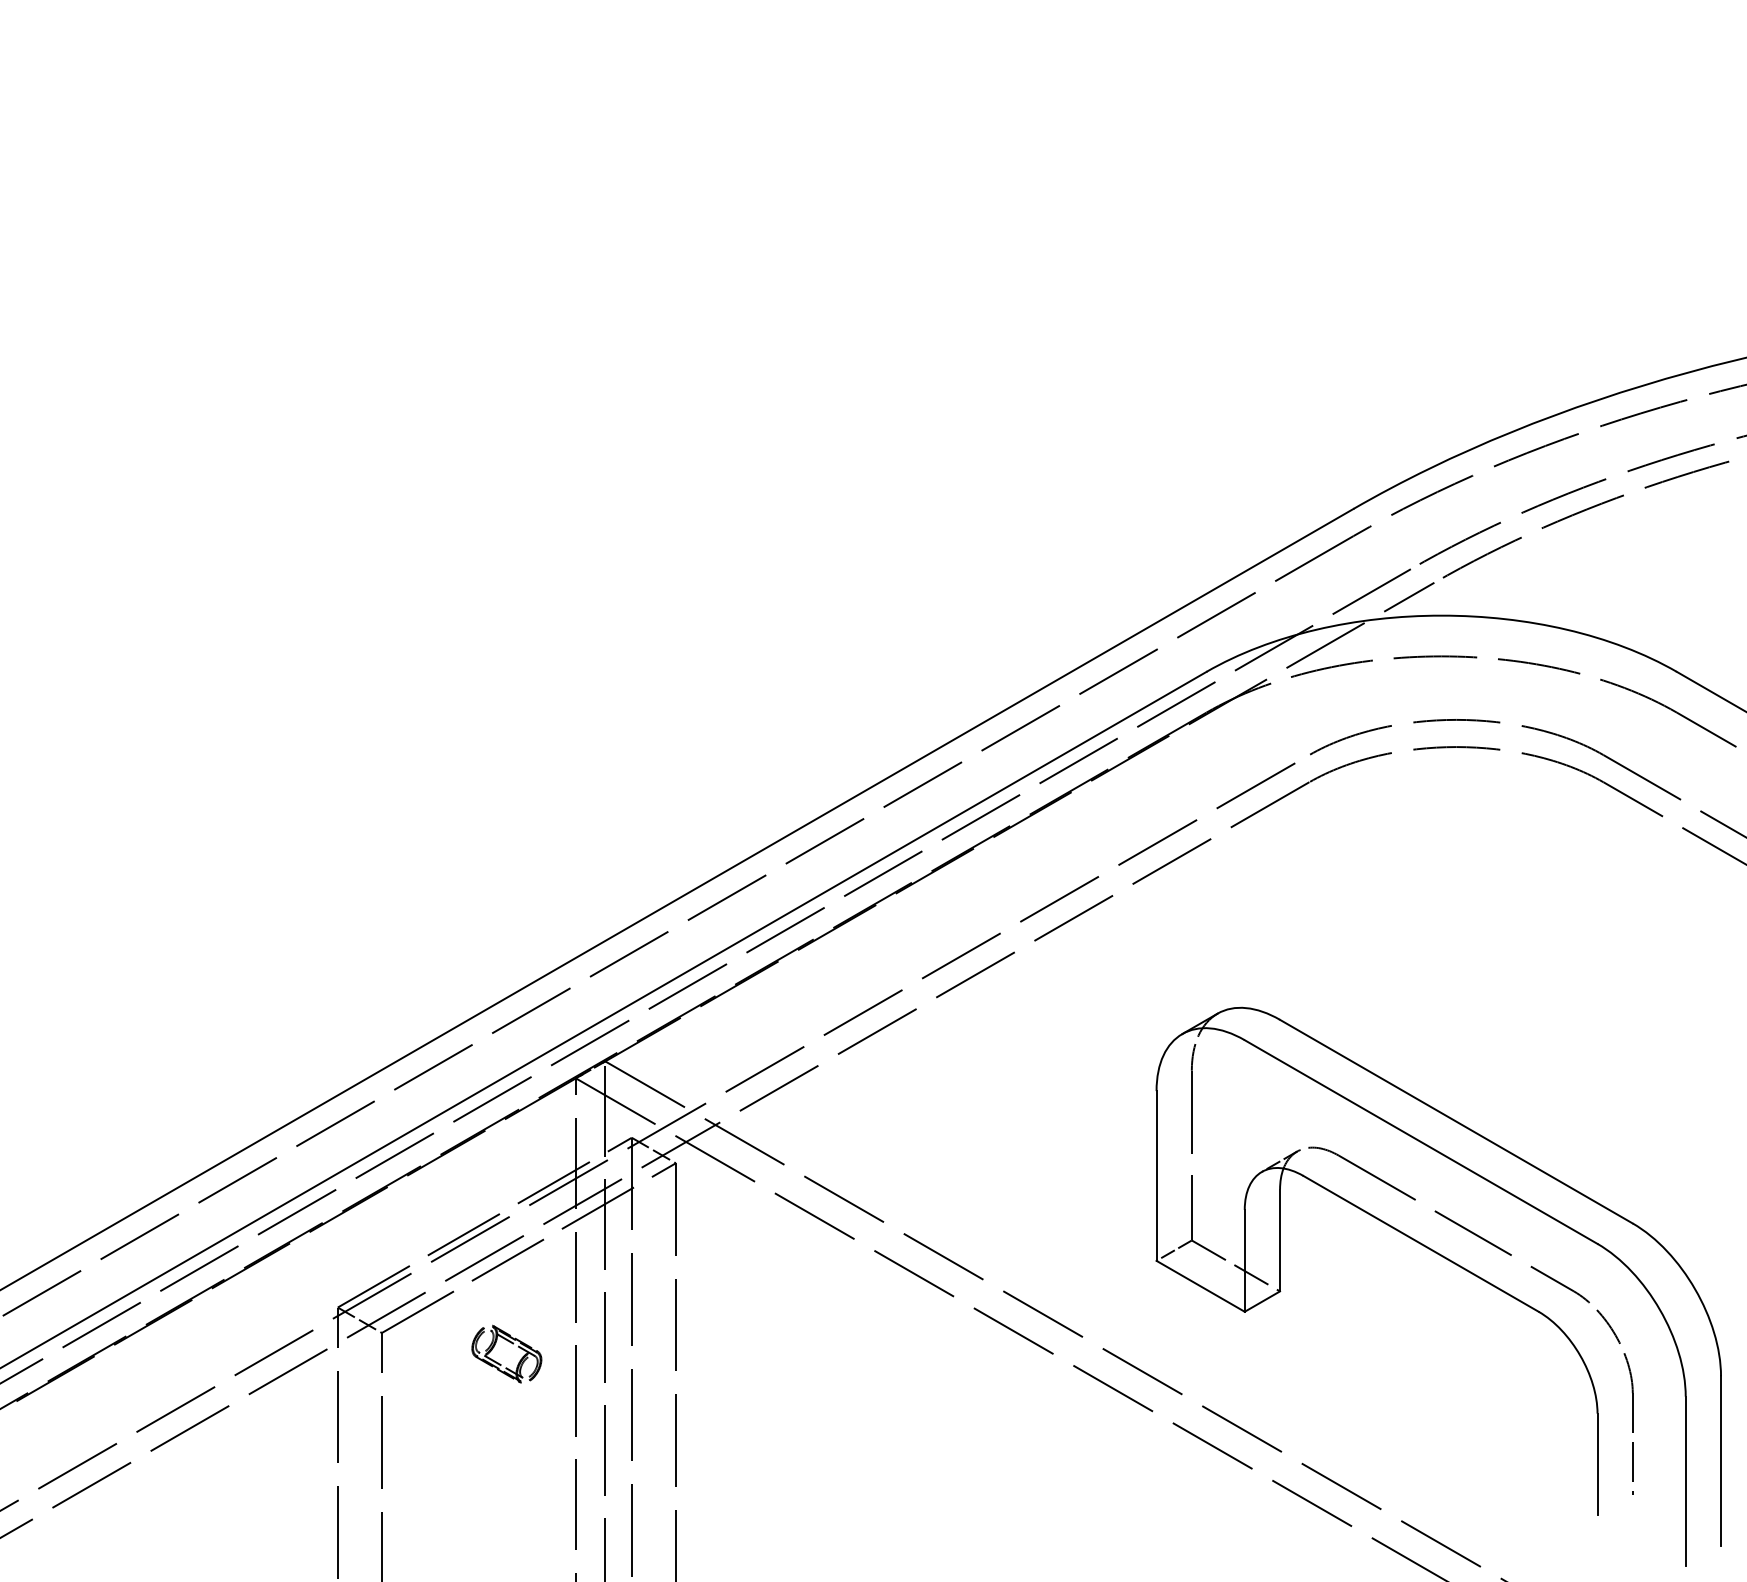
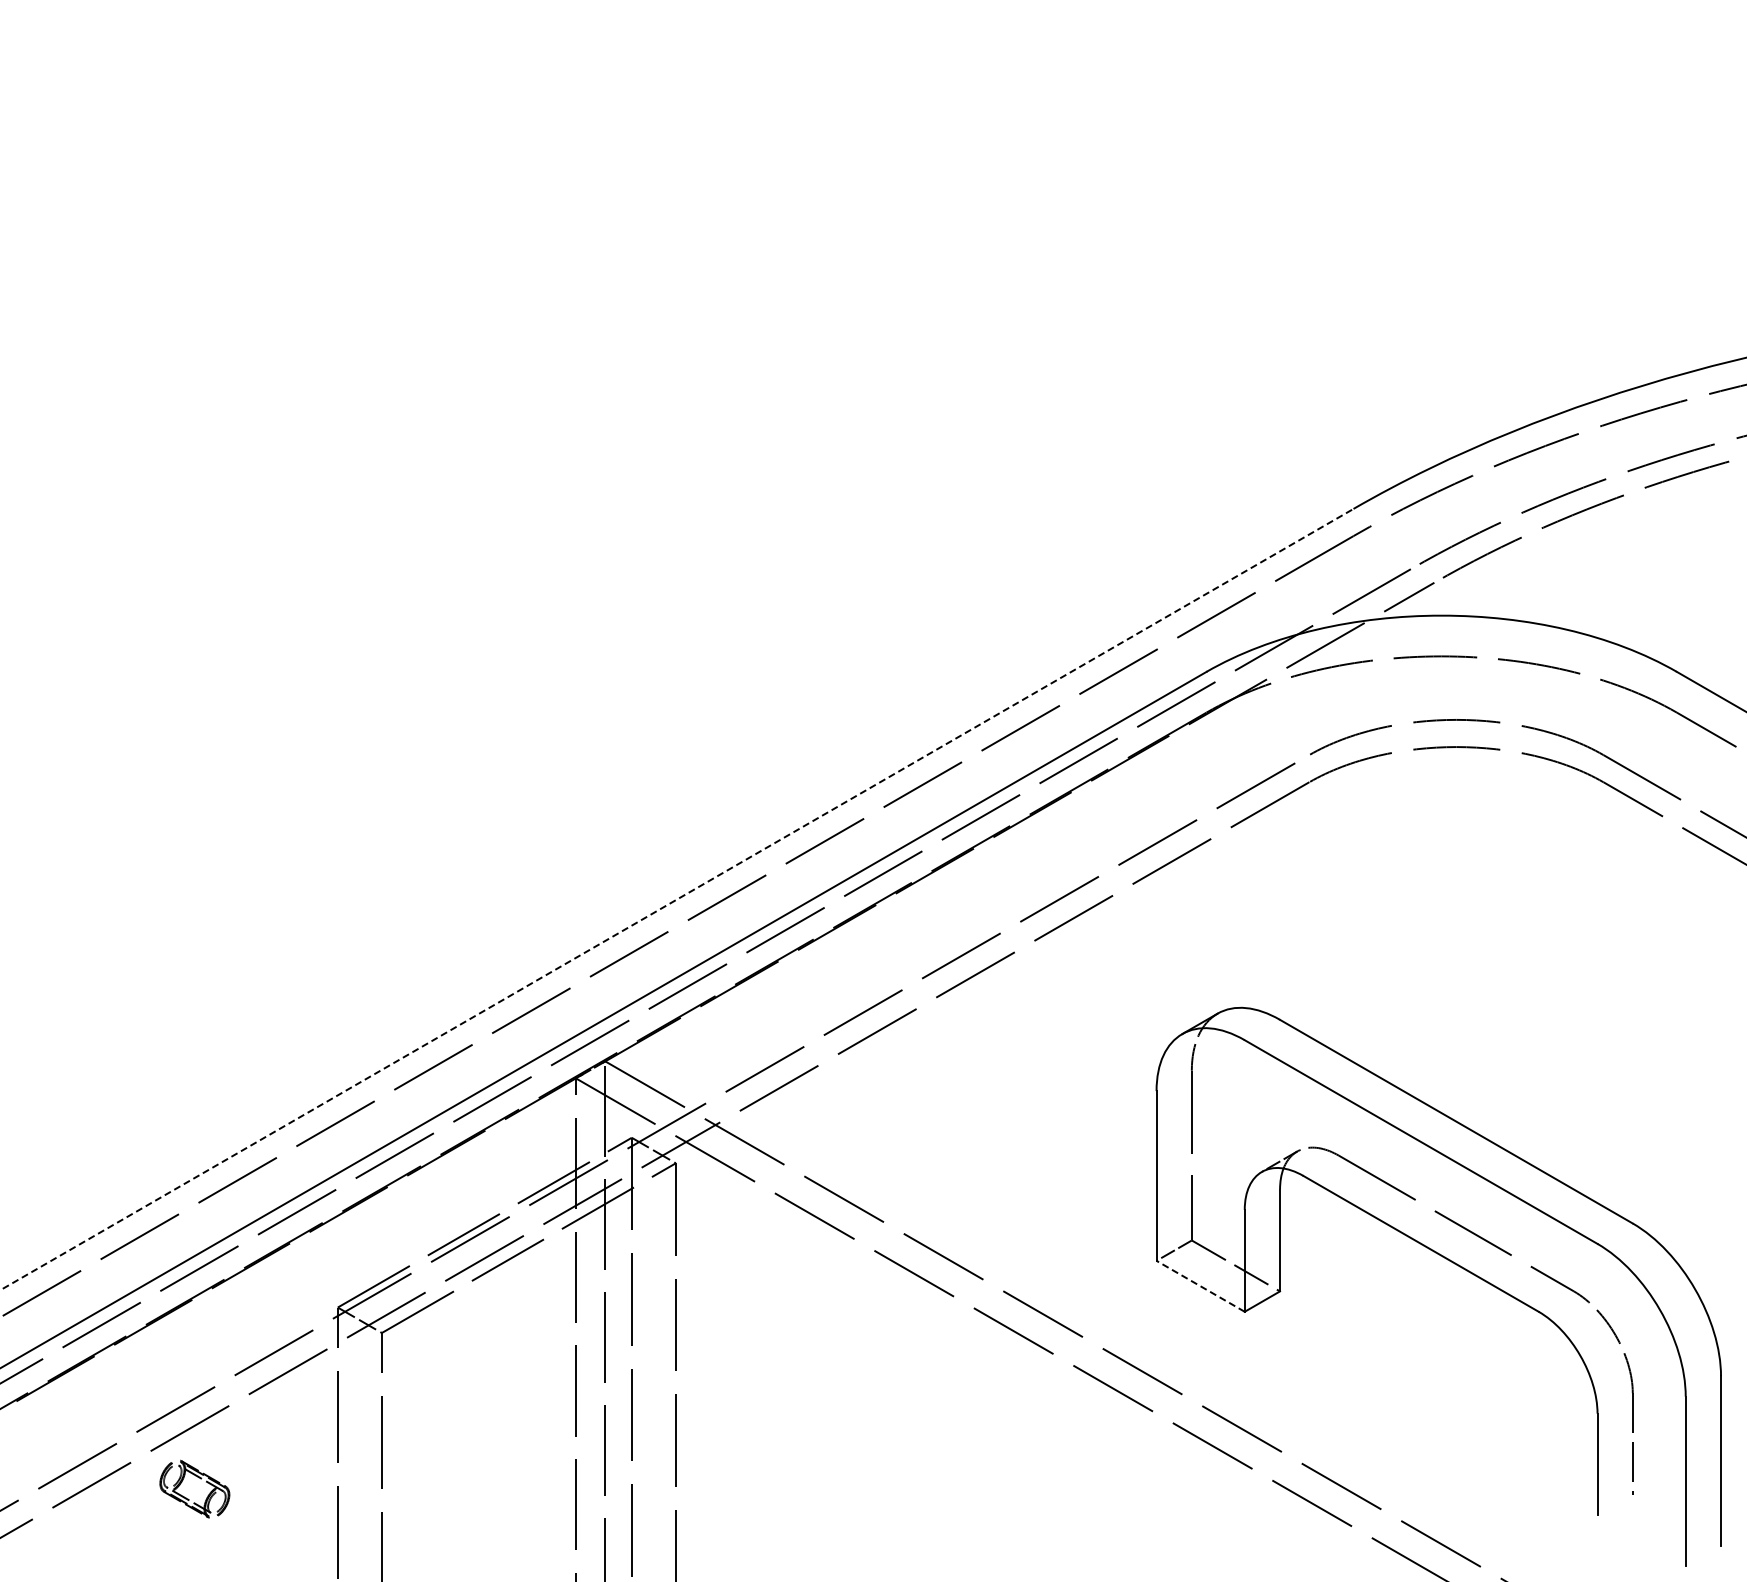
line at (677, 899): solid -> dashed
line at (1200, 1286): solid -> dashed
part at (512, 1344) position: (512, 1344) -> (200, 1479)
